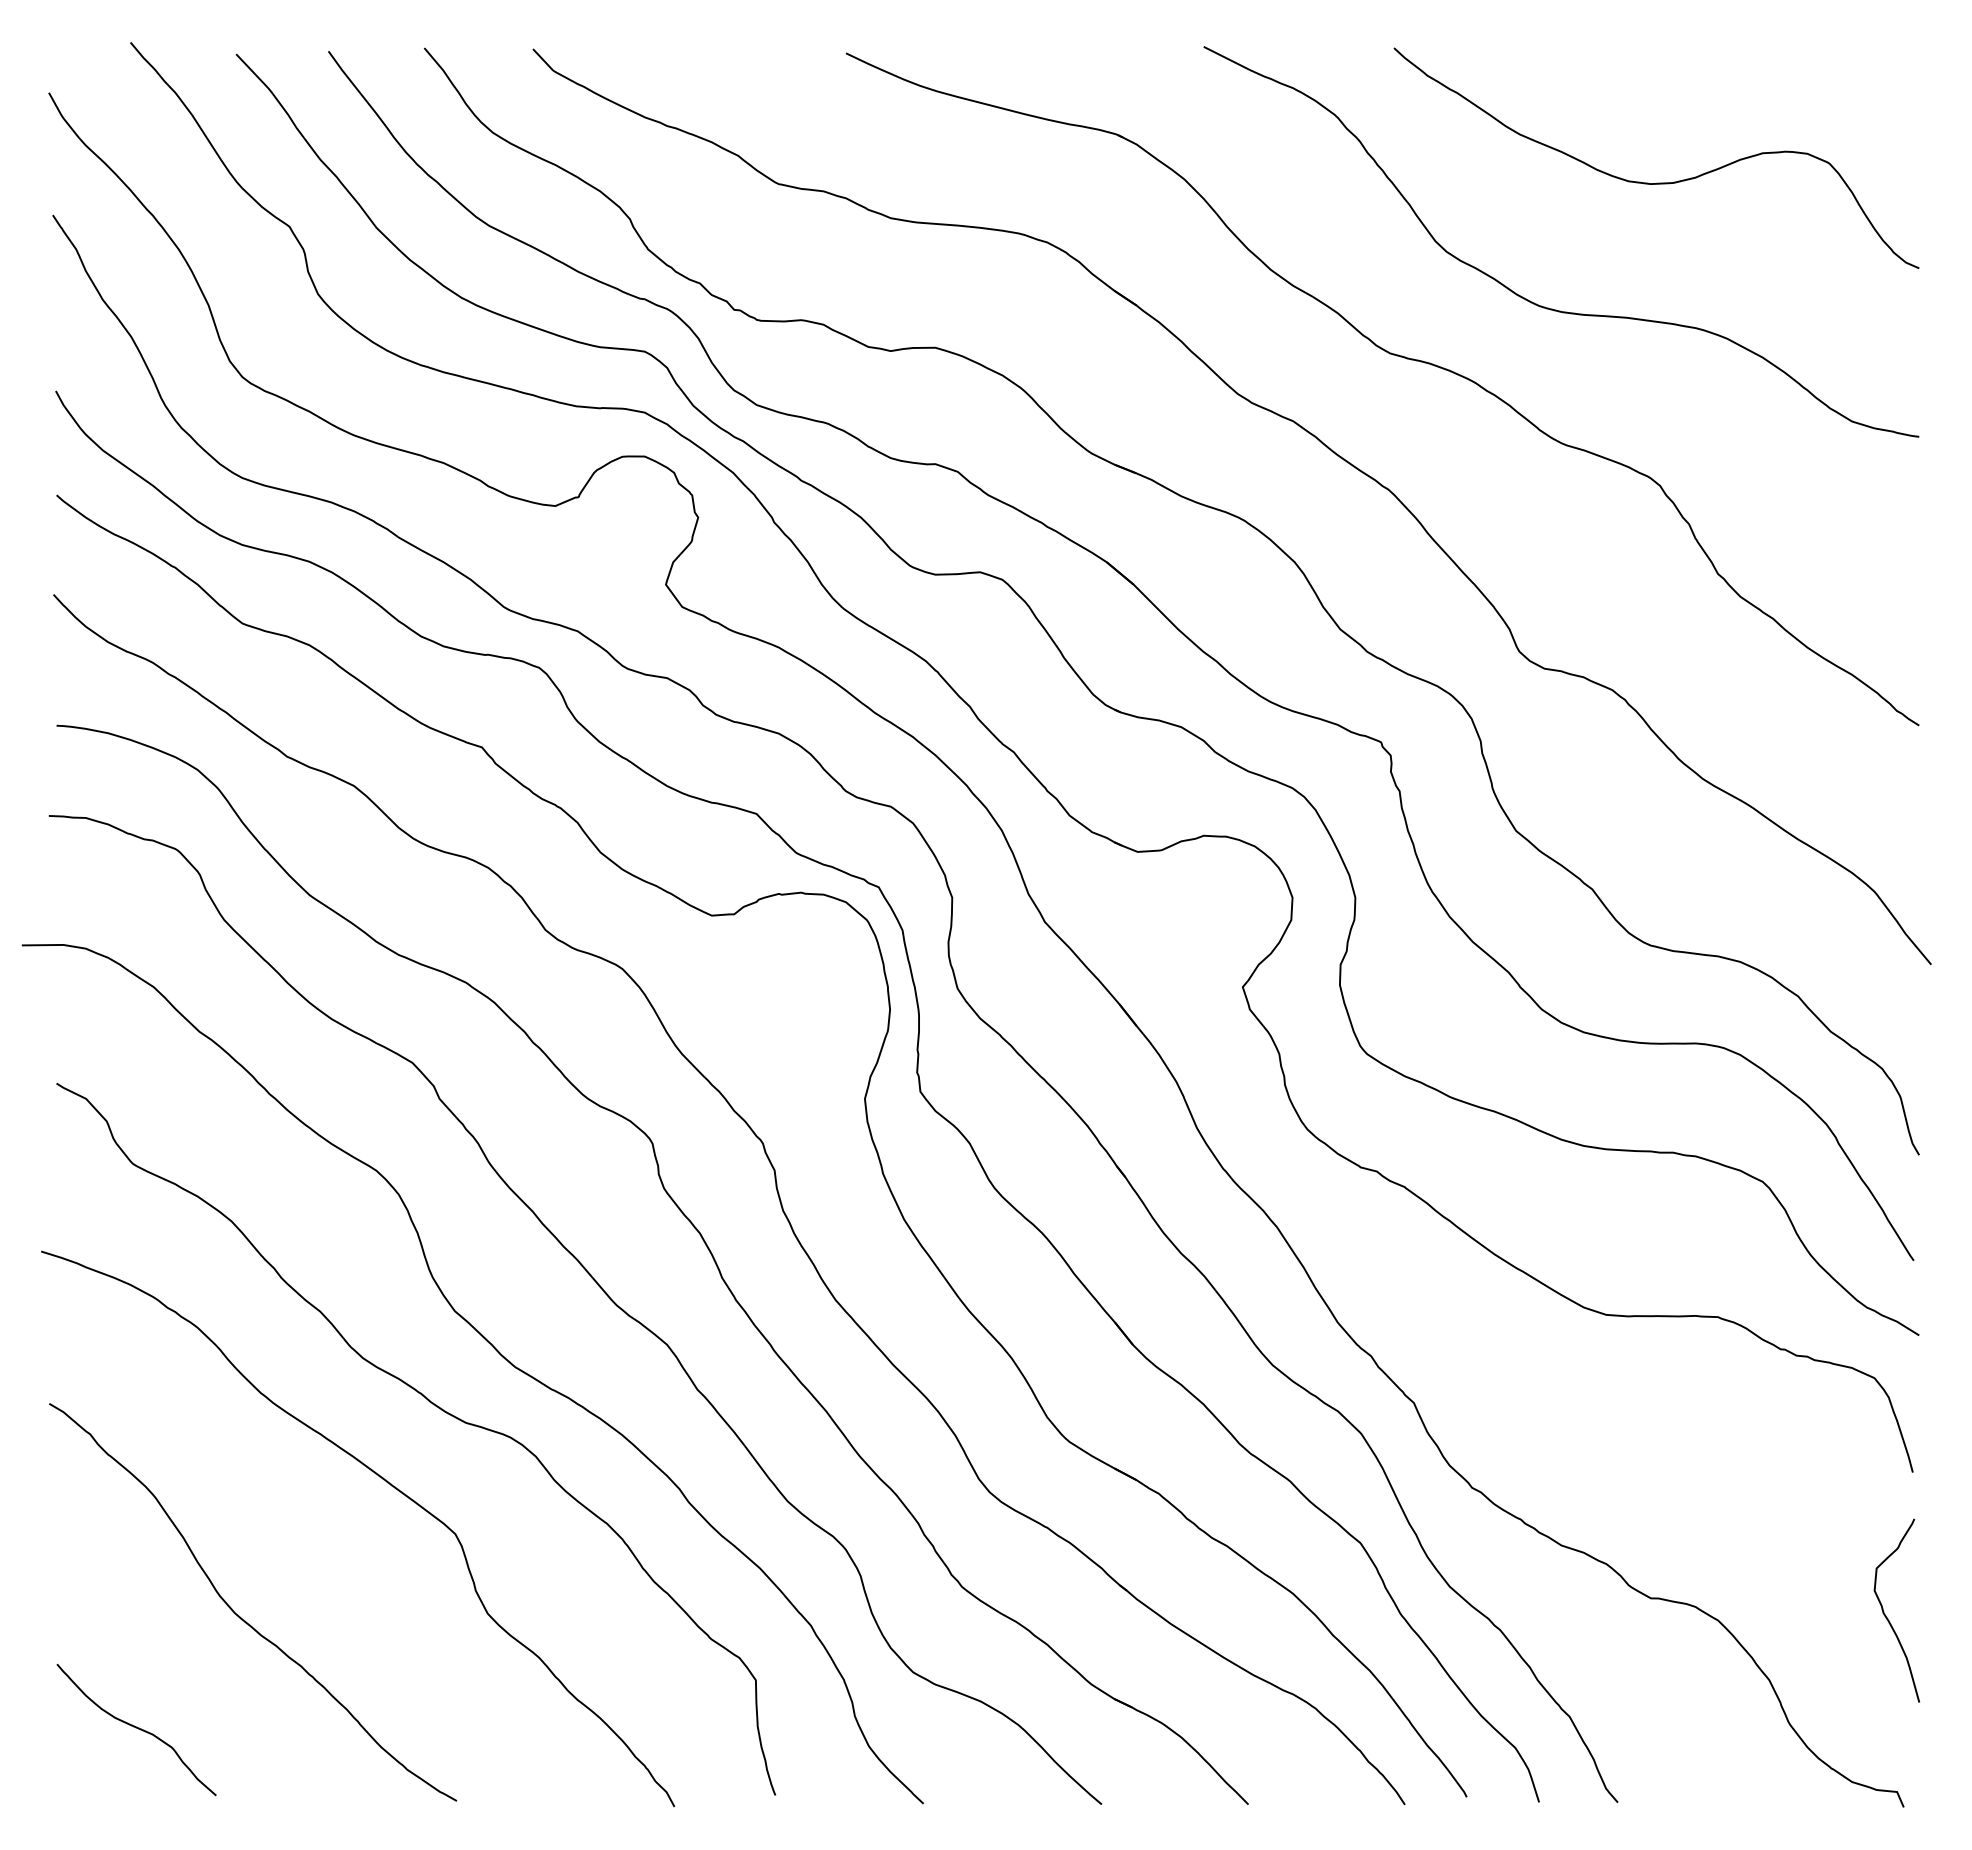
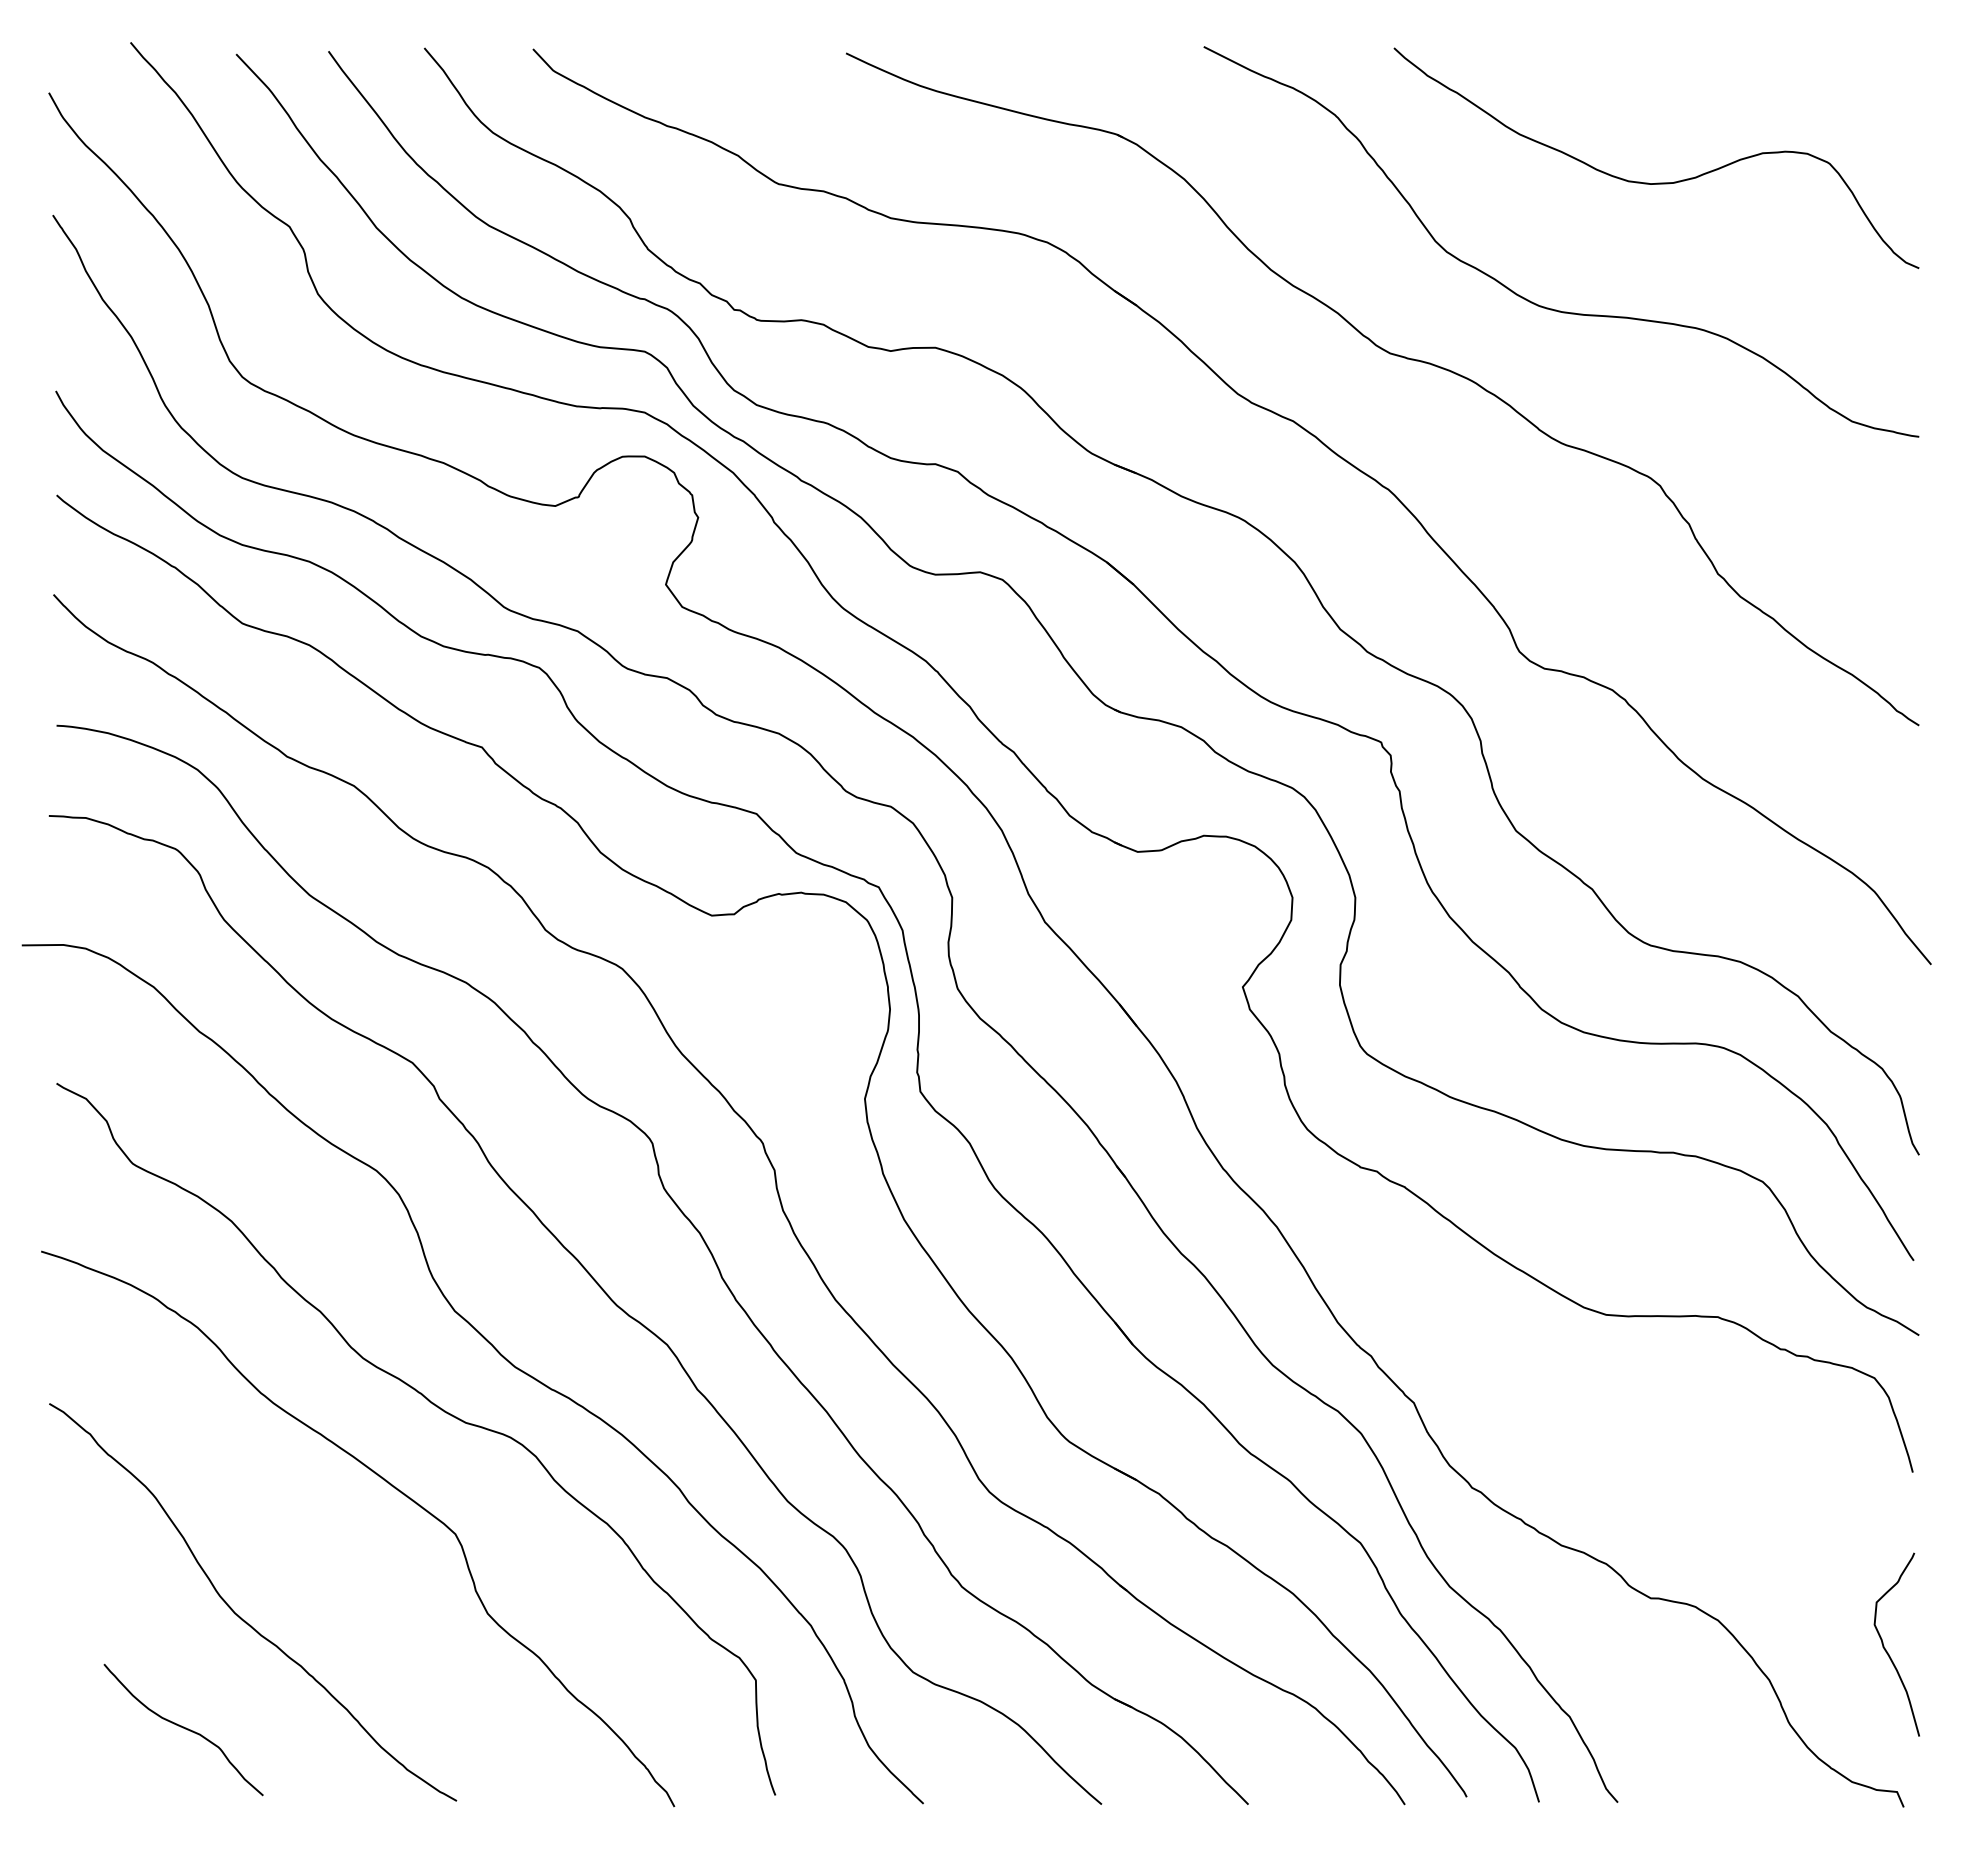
curve at (1886, 1615) position: (1886, 1615) -> (1886, 1649)
curve at (136, 1728) position: (136, 1728) -> (183, 1728)
